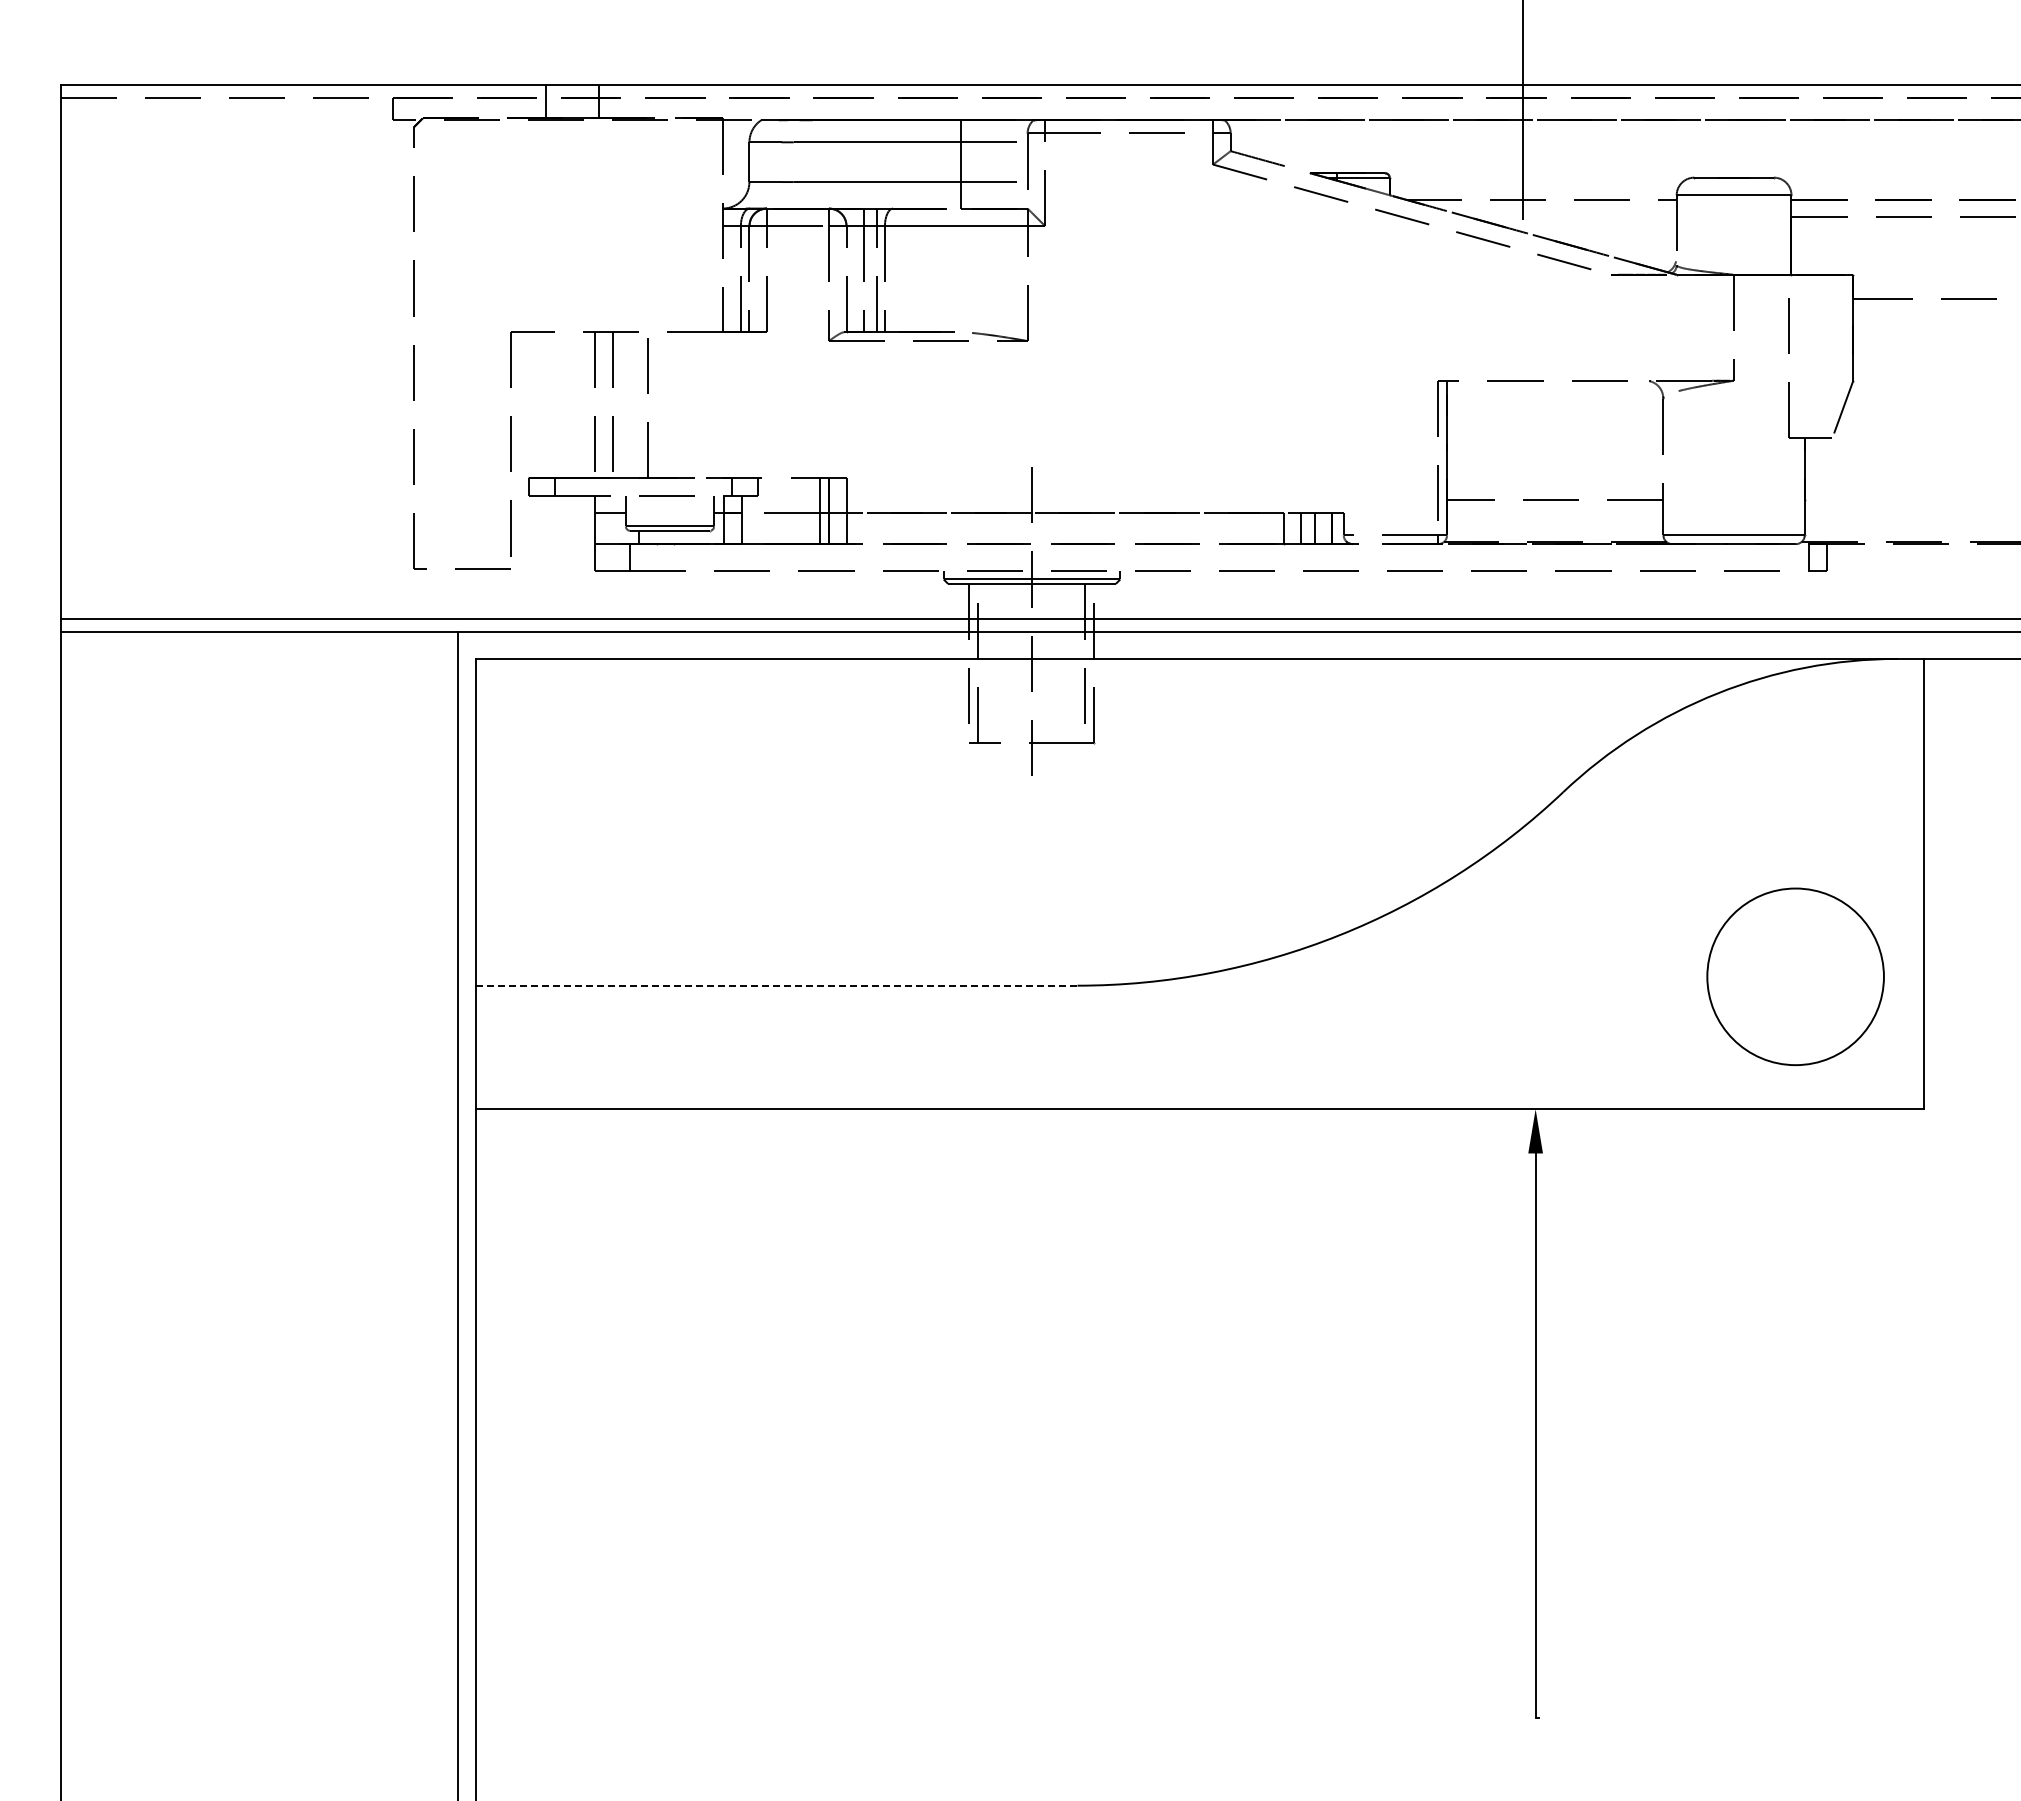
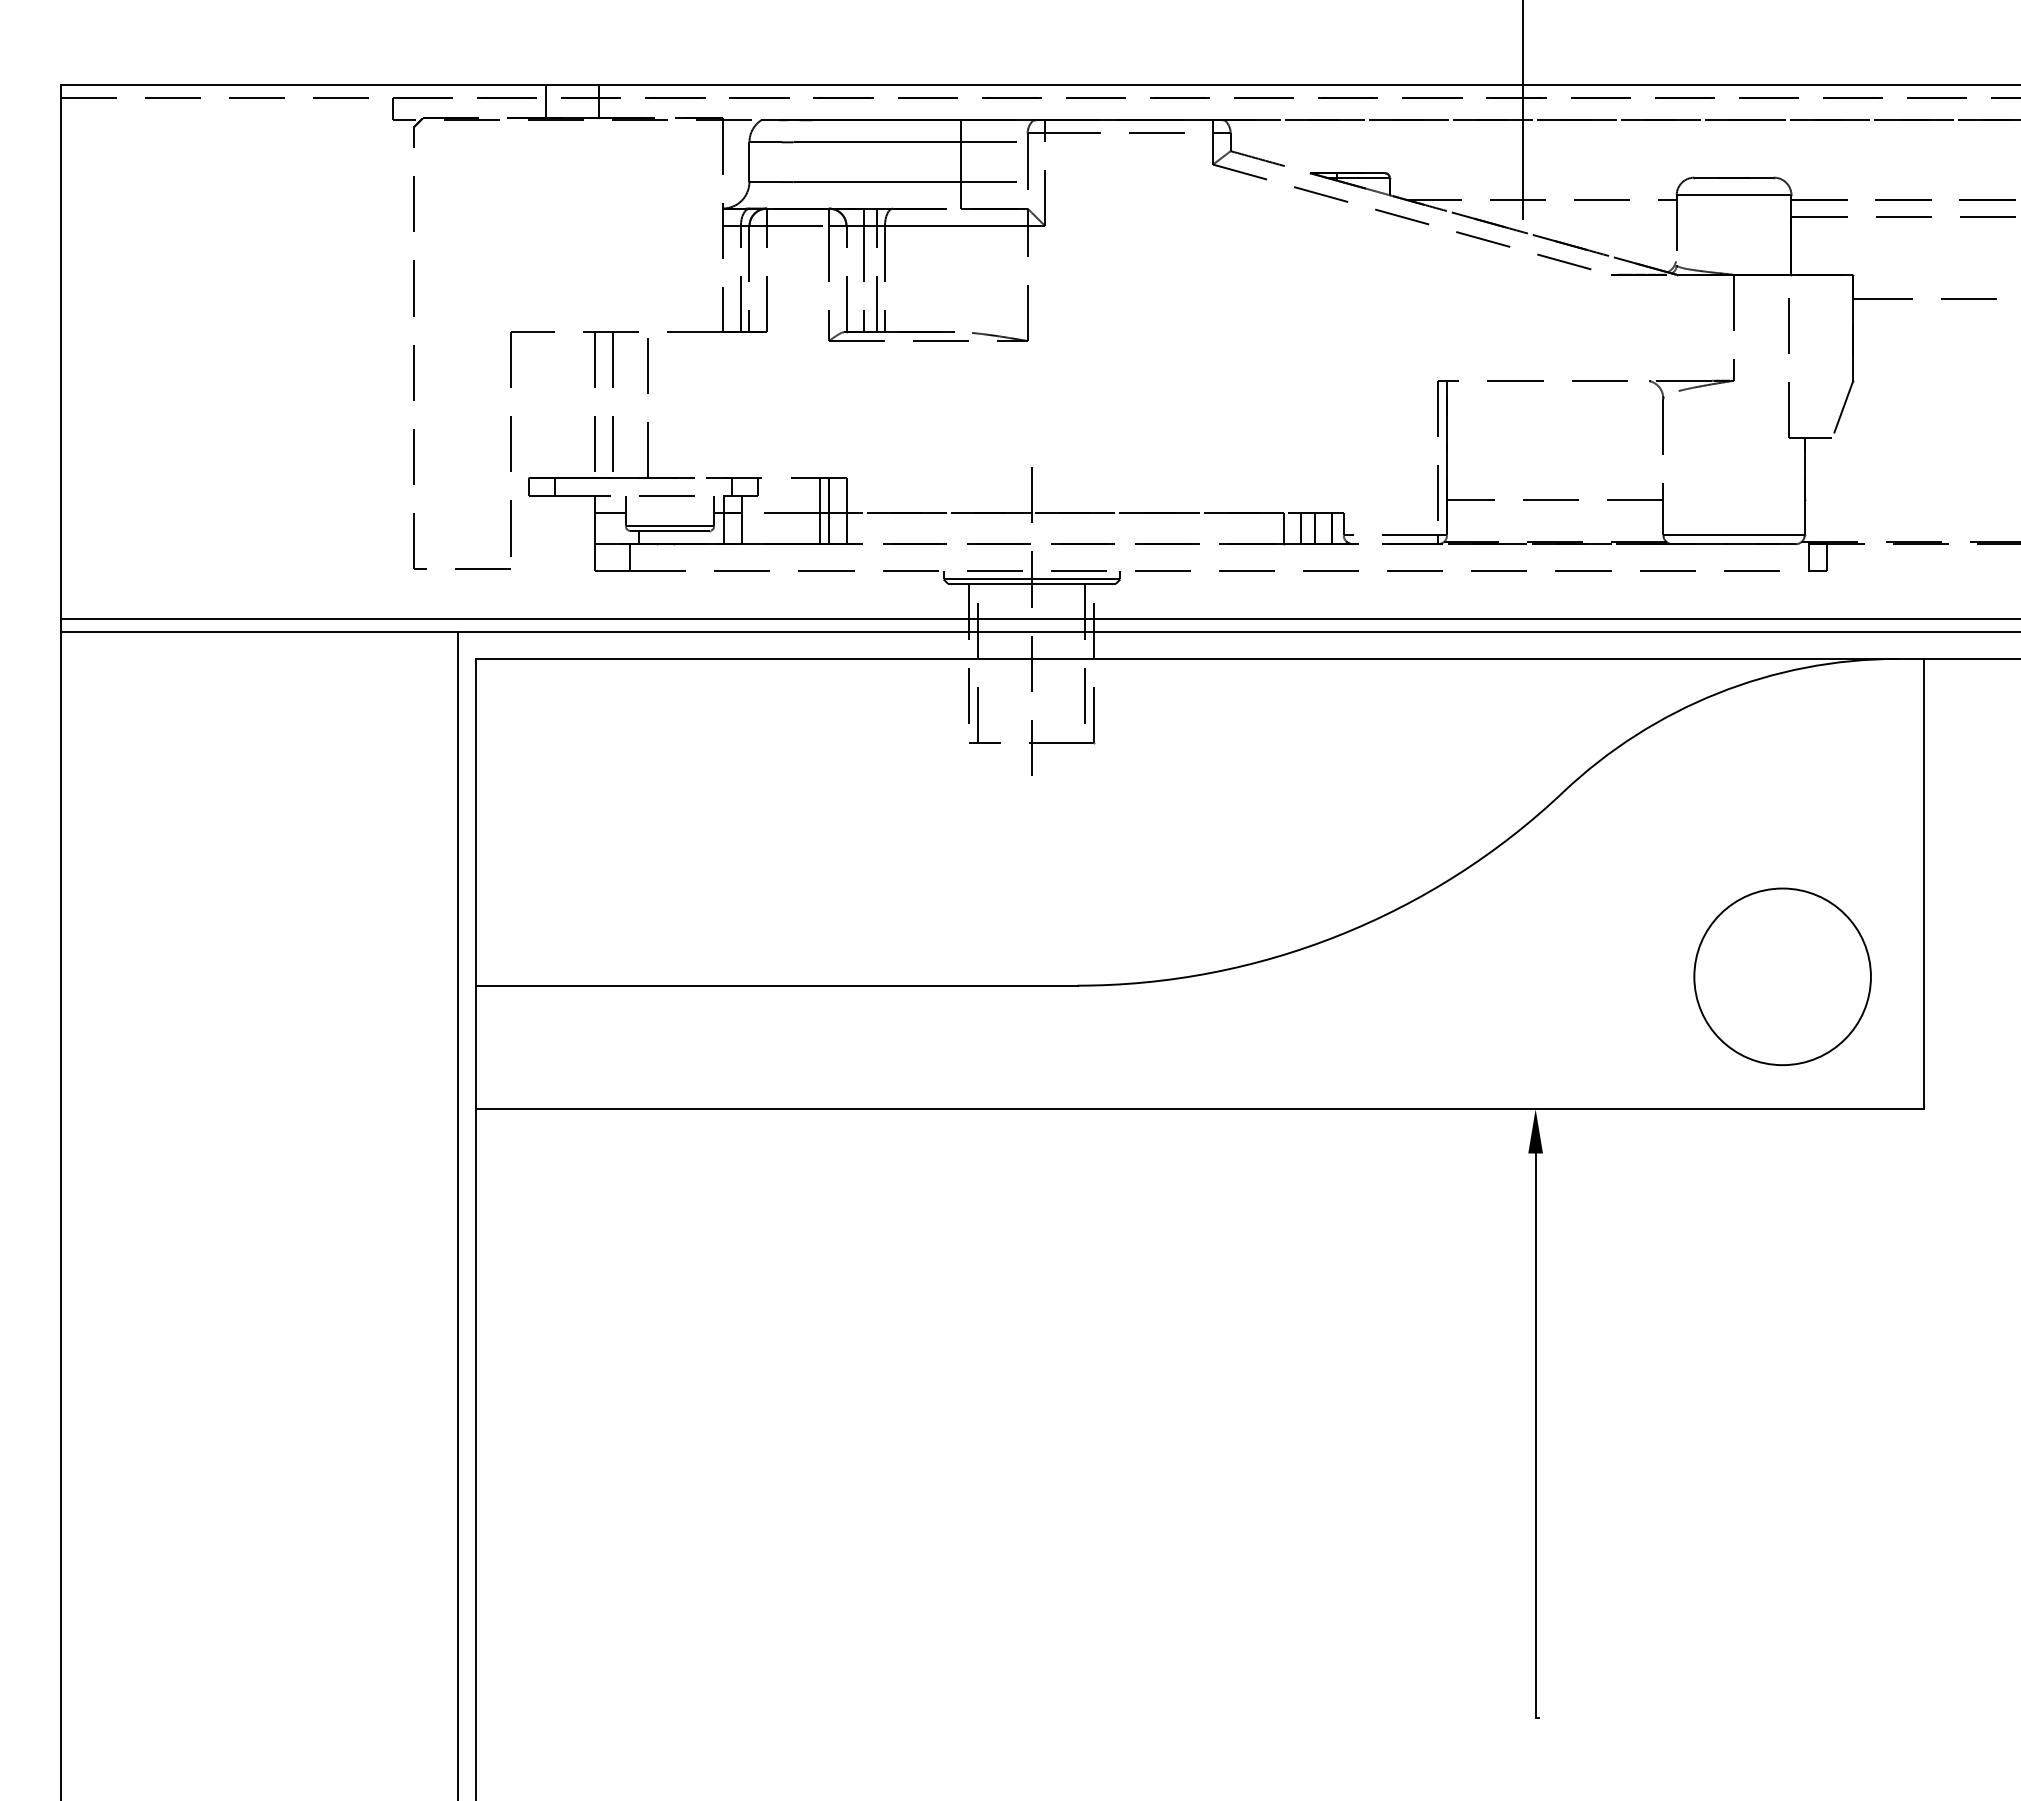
circle at (1795, 976) position: (1795, 976) -> (1782, 976)
line at (776, 985): dashed -> solid
